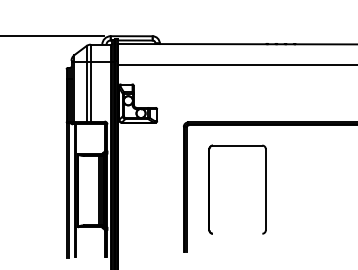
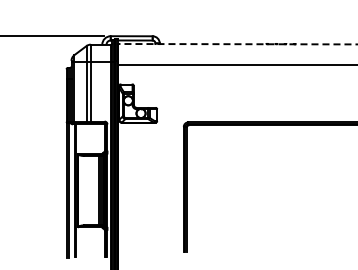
line at (237, 44): solid -> dashed
part at (209, 189): present -> none
